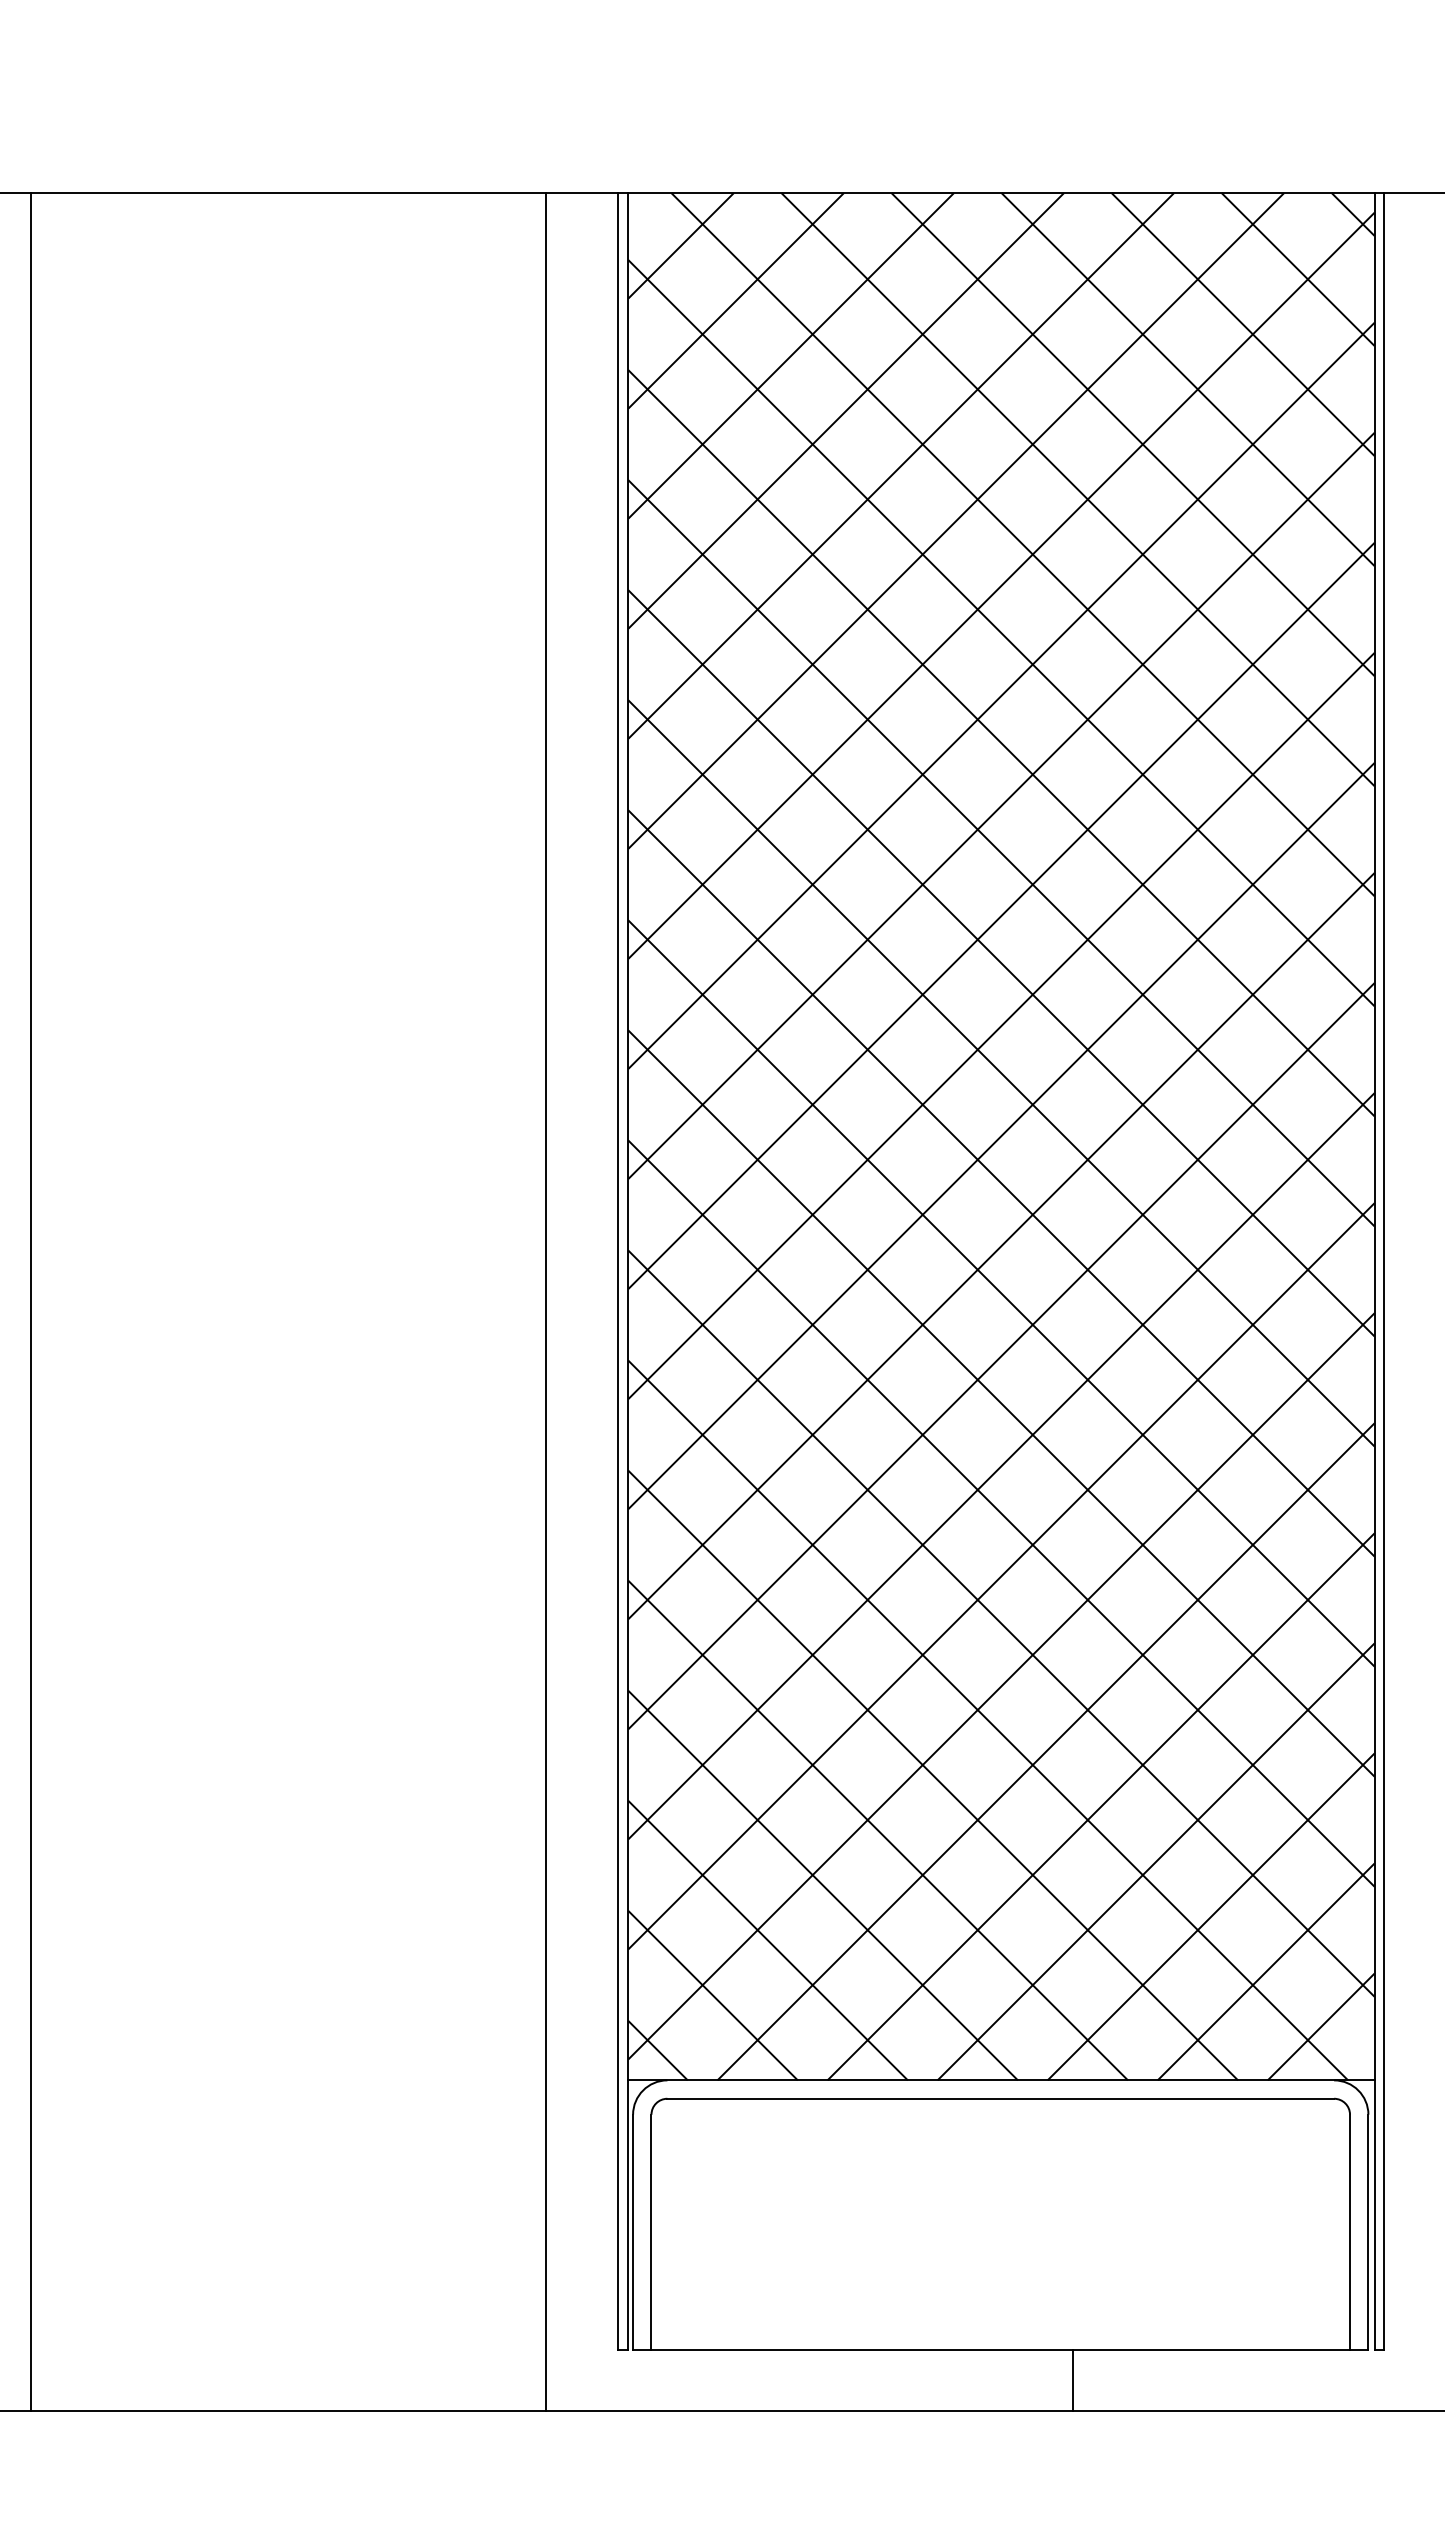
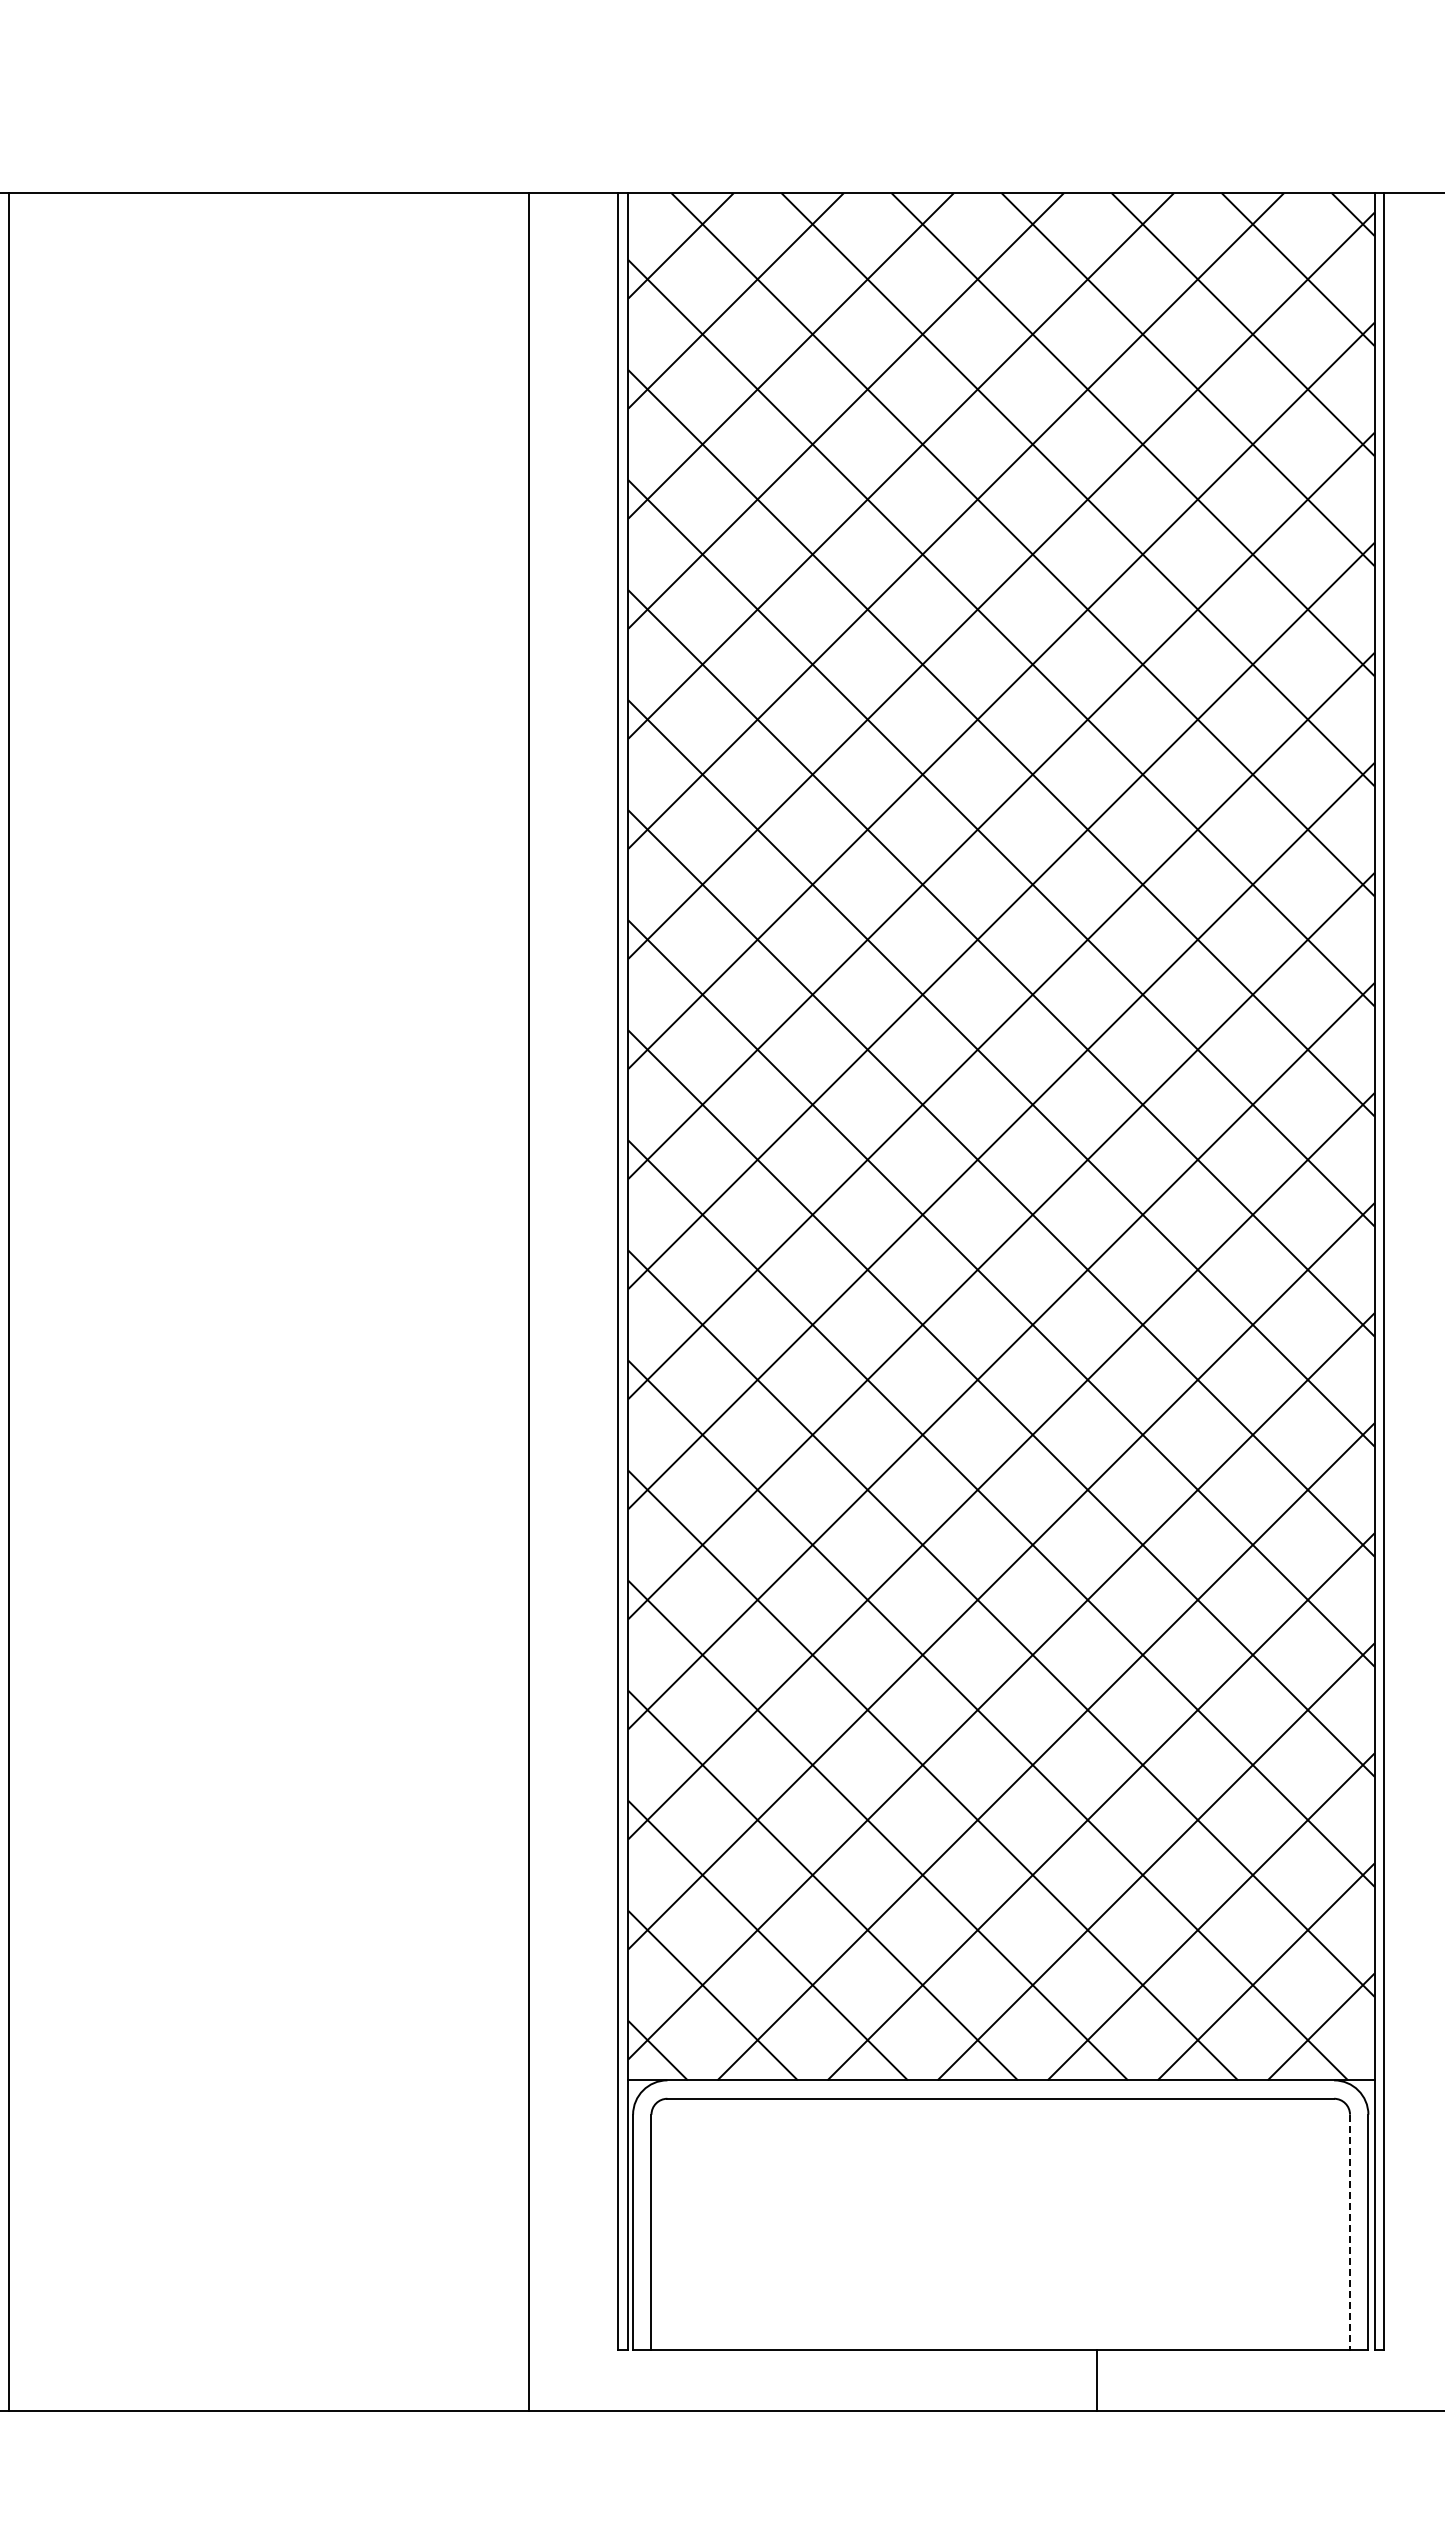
line at (31, 1302) position: (31, 1302) -> (9, 1302)
line at (546, 1302) position: (546, 1302) -> (529, 1302)
line at (1350, 2232): solid -> dashed
line at (1073, 2380) position: (1073, 2380) -> (1097, 2380)
